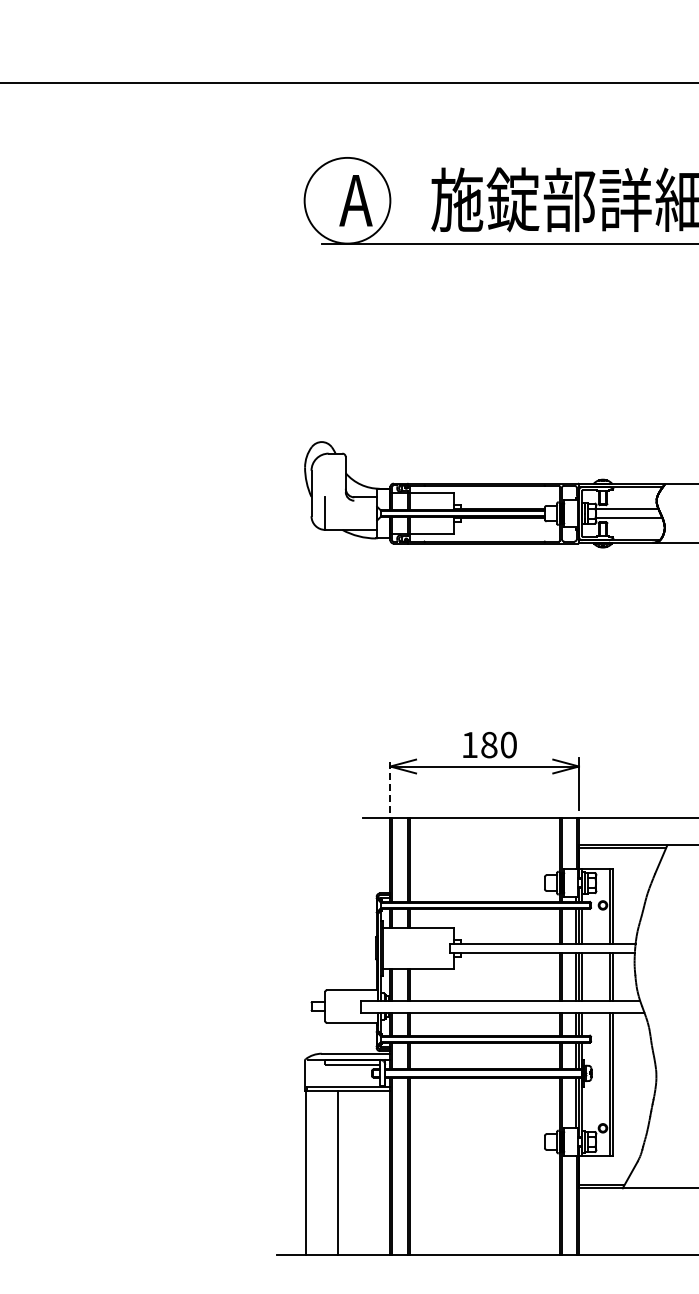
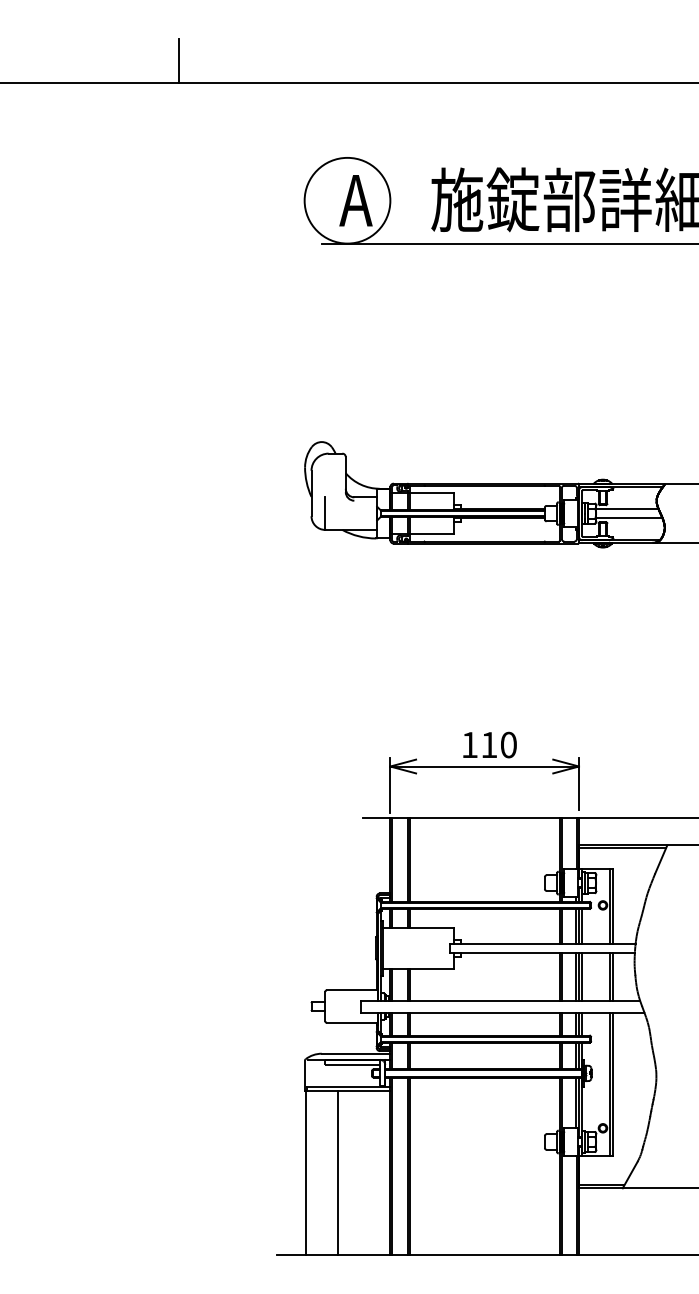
line at (178, 60): none -> present
text at (489, 744): 180 -> 110
line at (390, 784): dashed -> solid
